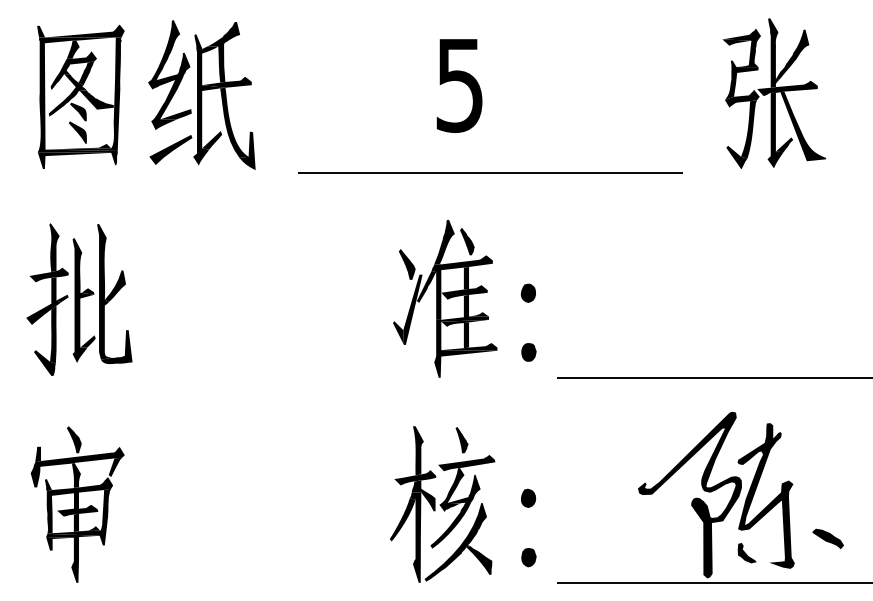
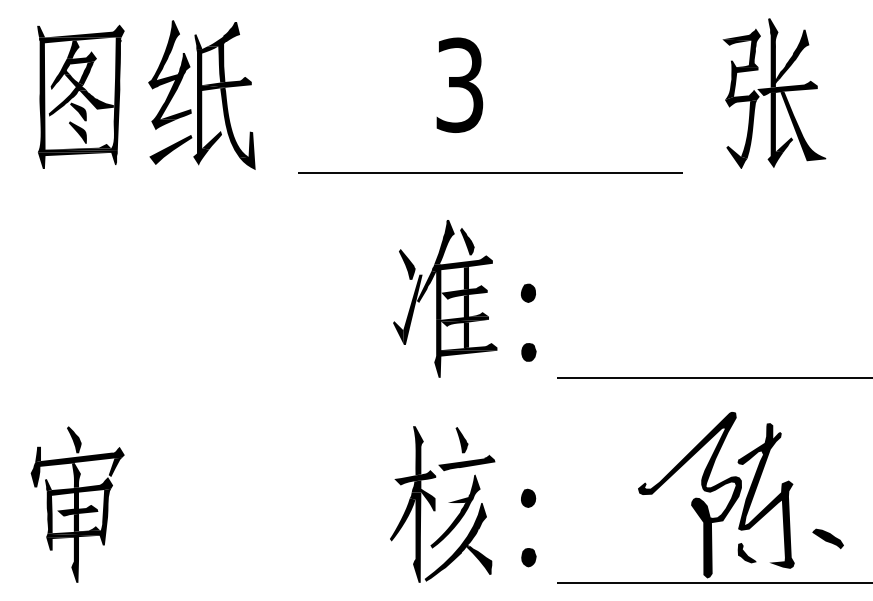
text at (459, 84): 5 -> 3
part at (79, 299): present -> none
fill at (451, 489): present -> none
